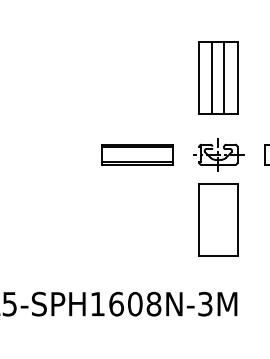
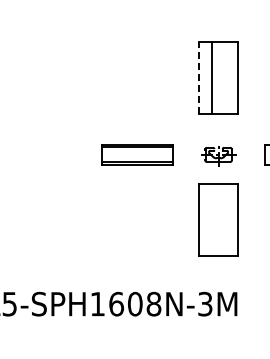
line at (199, 78): solid -> dashed
line at (224, 78): present -> none
part at (218, 154) size: 52x34 px -> 36x21 px
